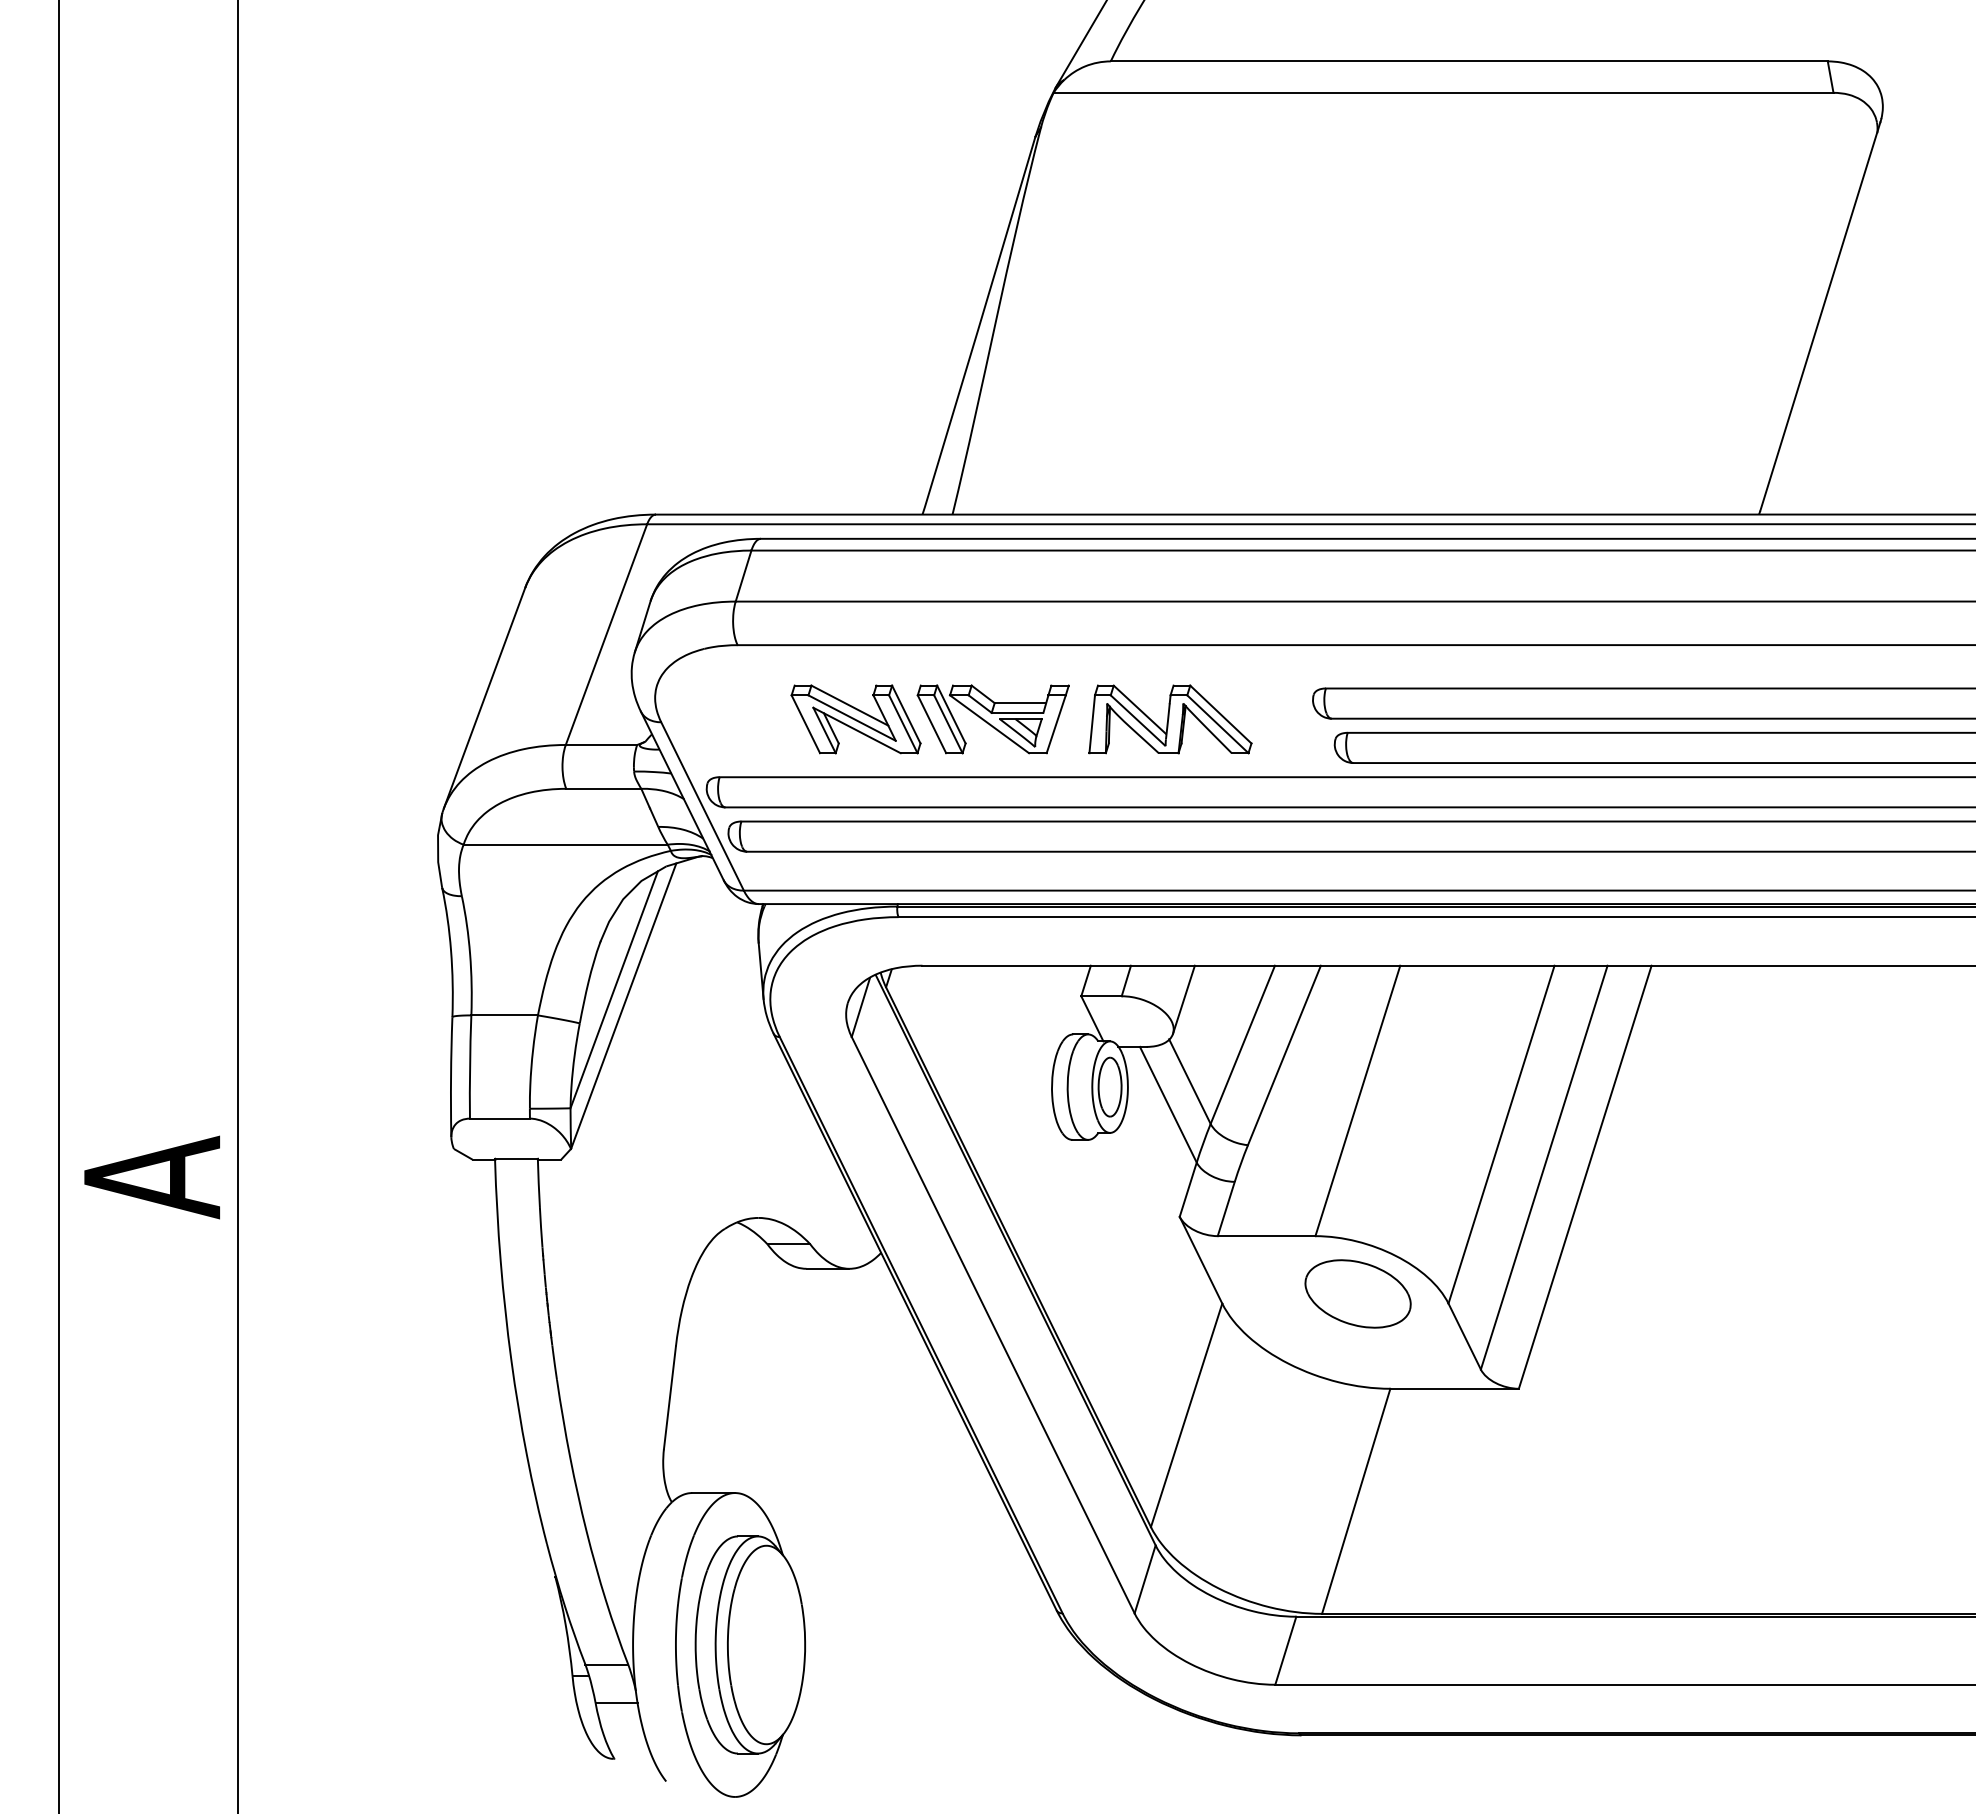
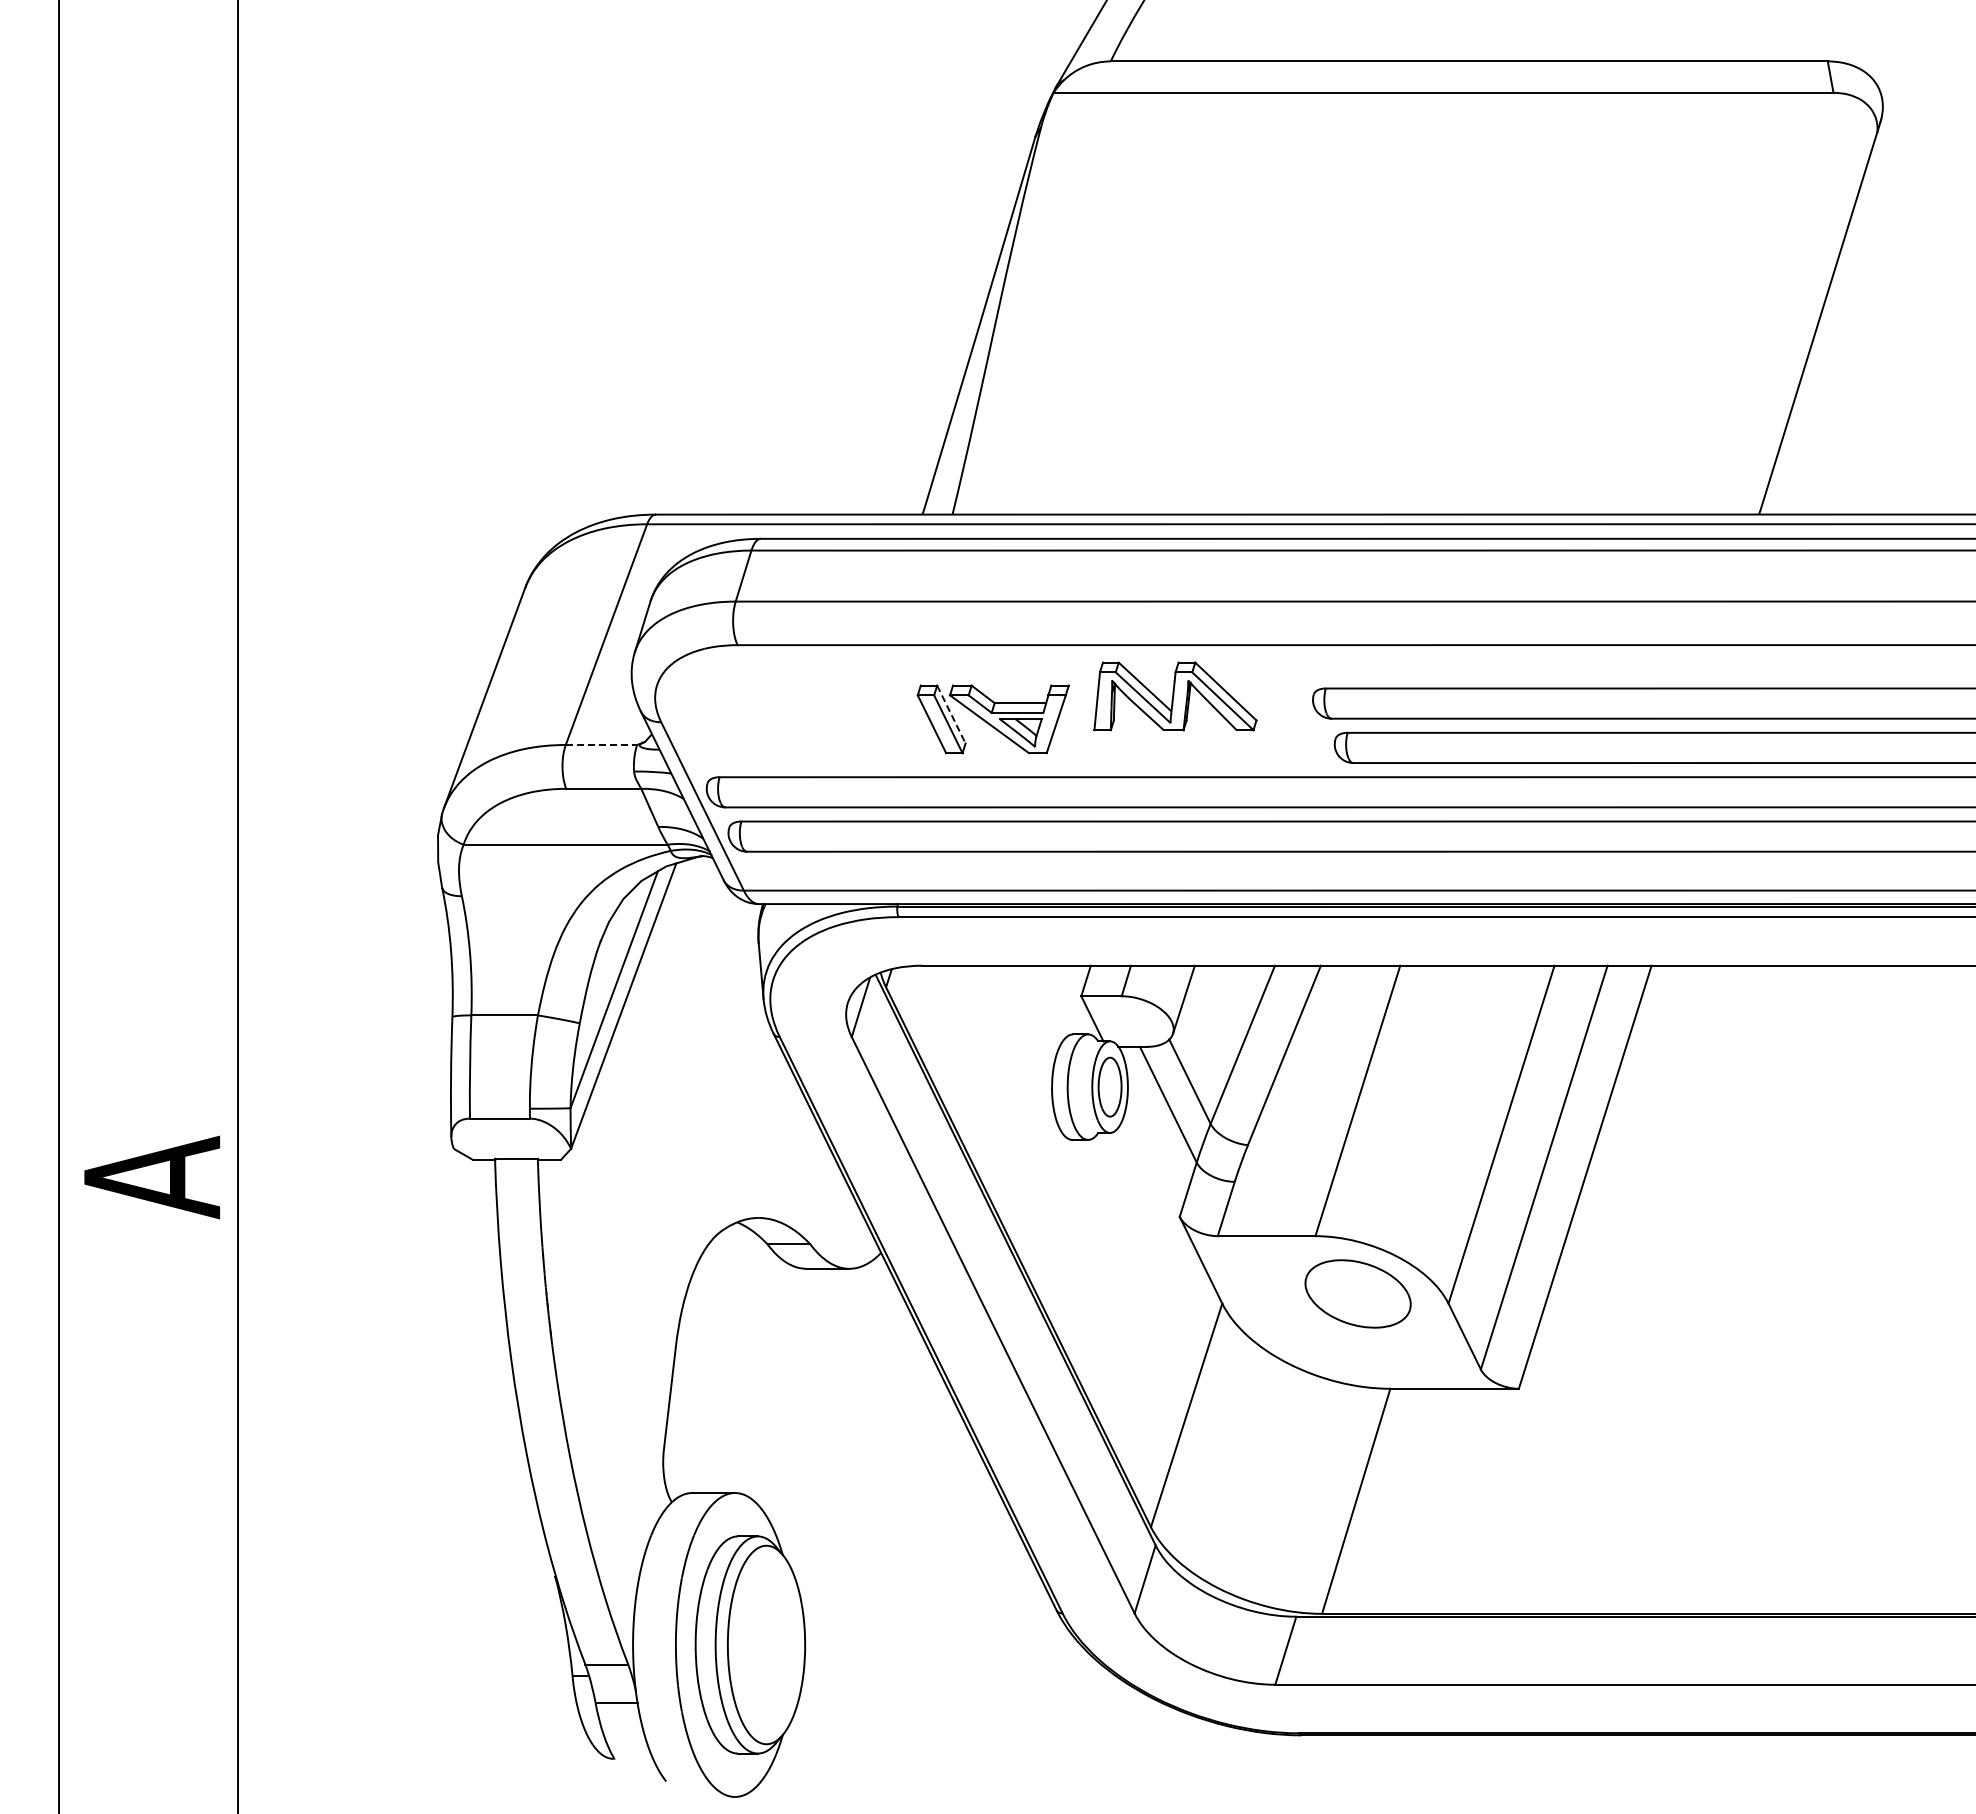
line at (951, 715): solid -> dashed
part at (855, 719): present -> none
part at (1170, 719) position: (1170, 719) -> (1175, 696)
line at (601, 744): solid -> dashed
